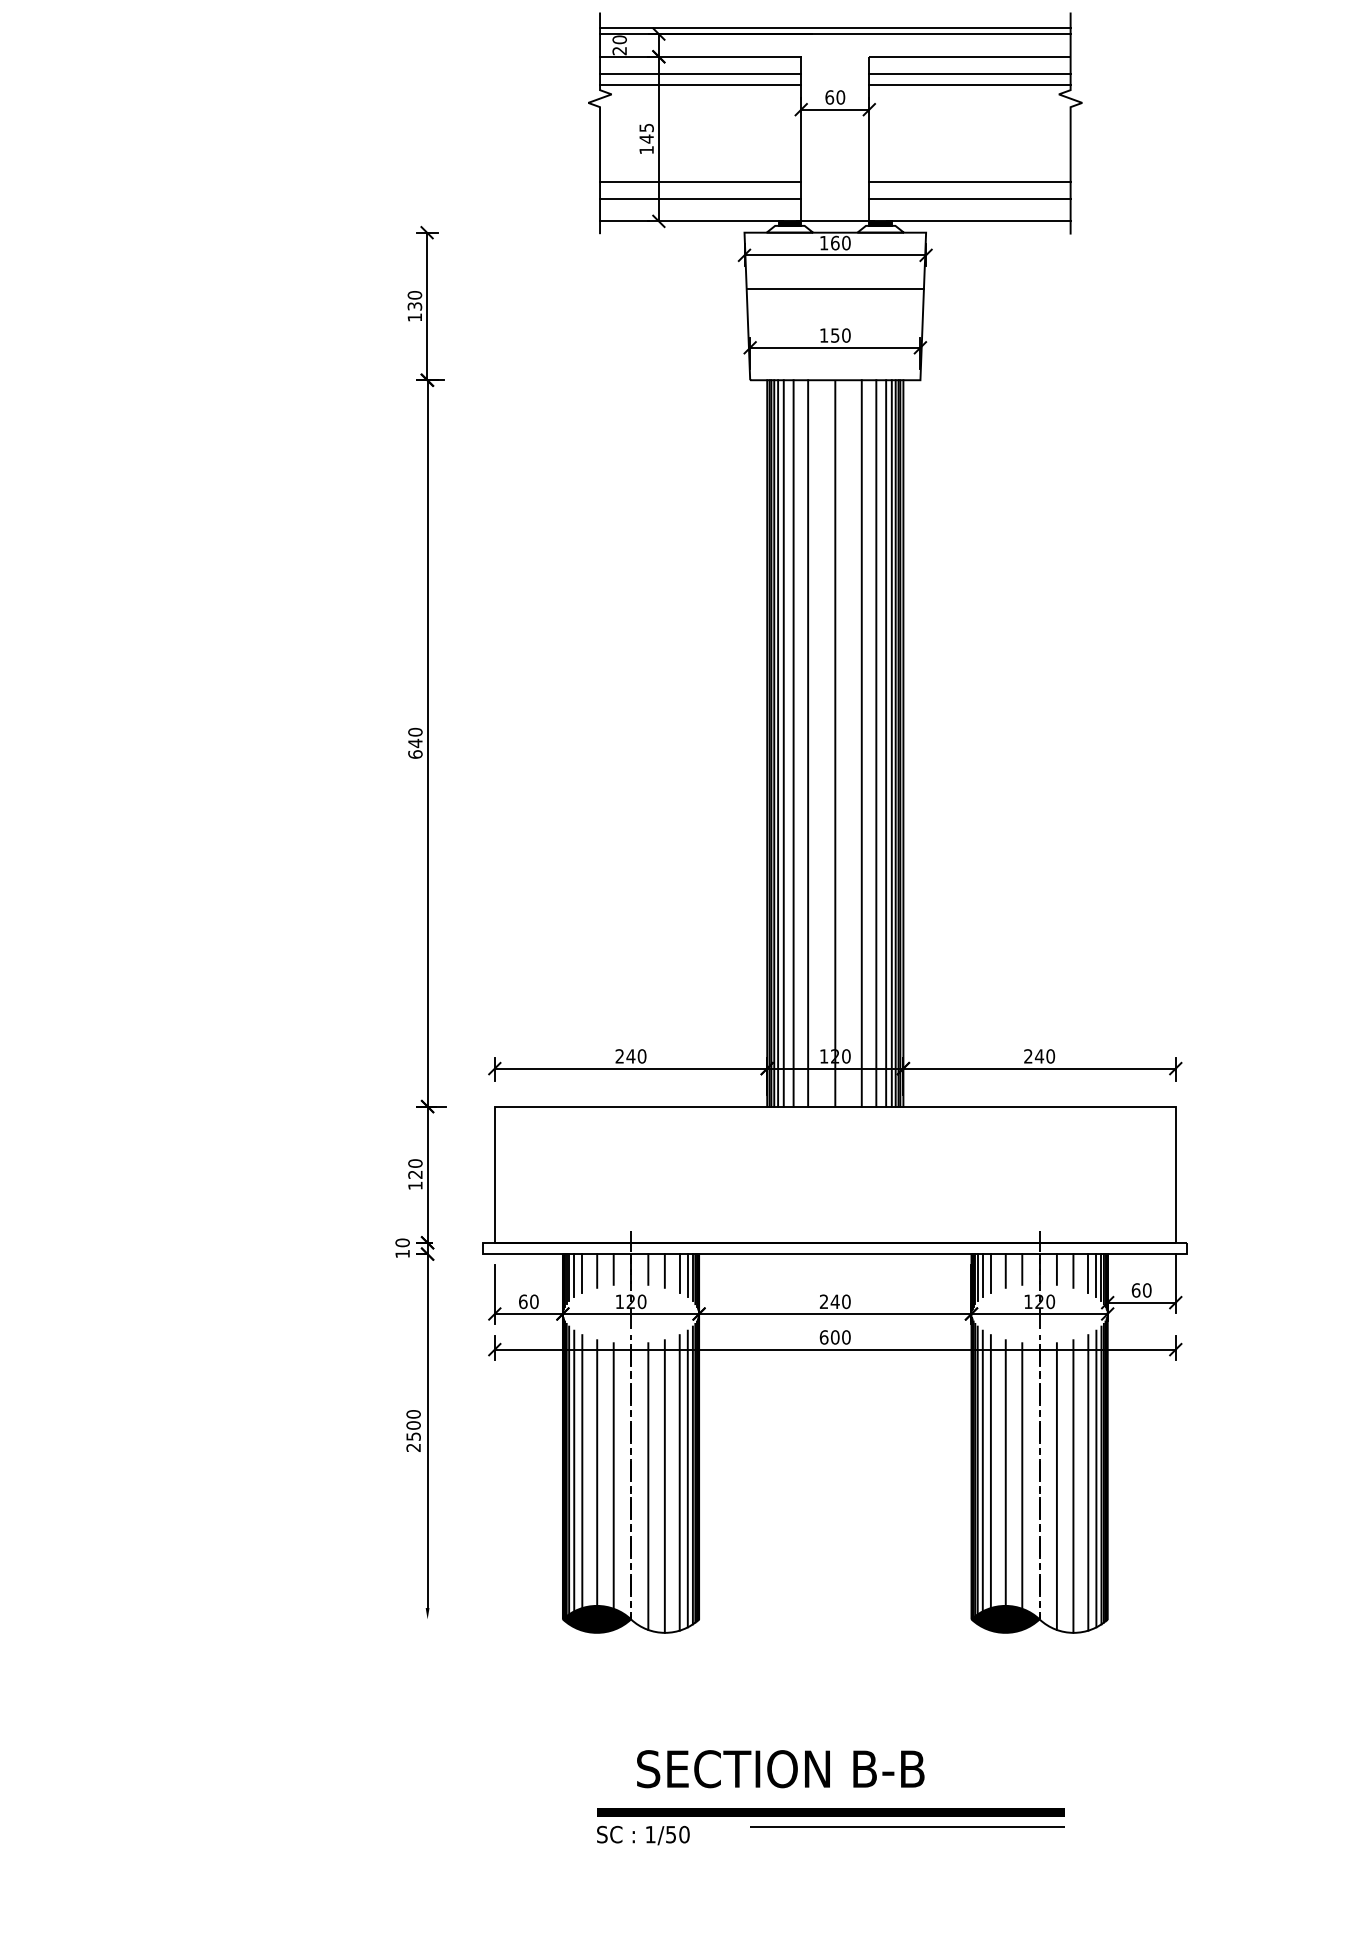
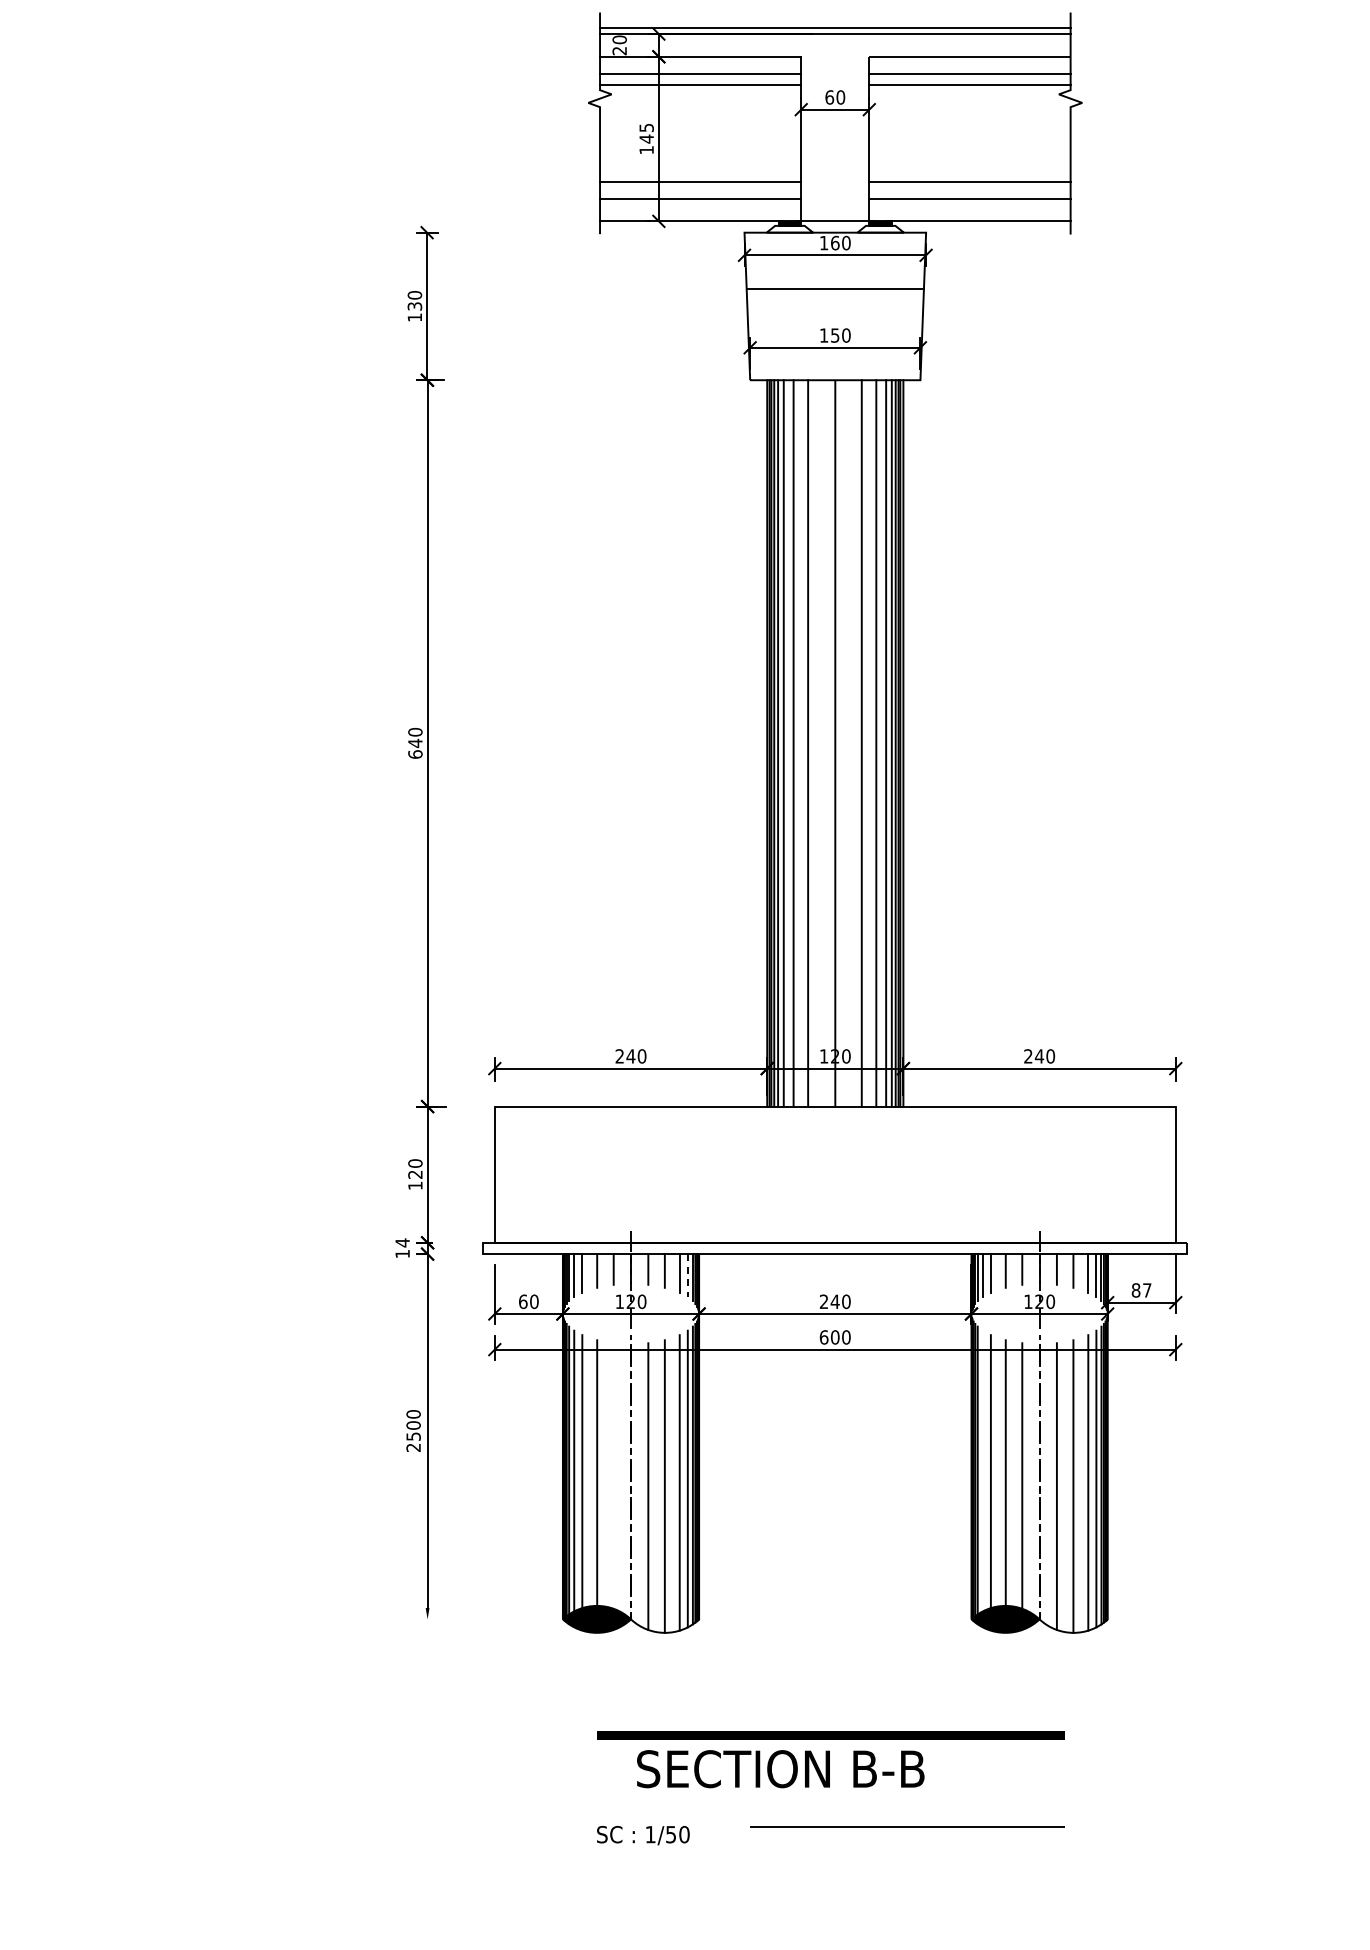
text at (402, 1242): 10 -> 14
line at (687, 1275): solid -> dashed
text at (1141, 1290): 60 -> 87
line at (982, 1470): present -> none
line at (613, 1475): present -> none
line at (830, 1812) position: (830, 1812) -> (830, 1735)
